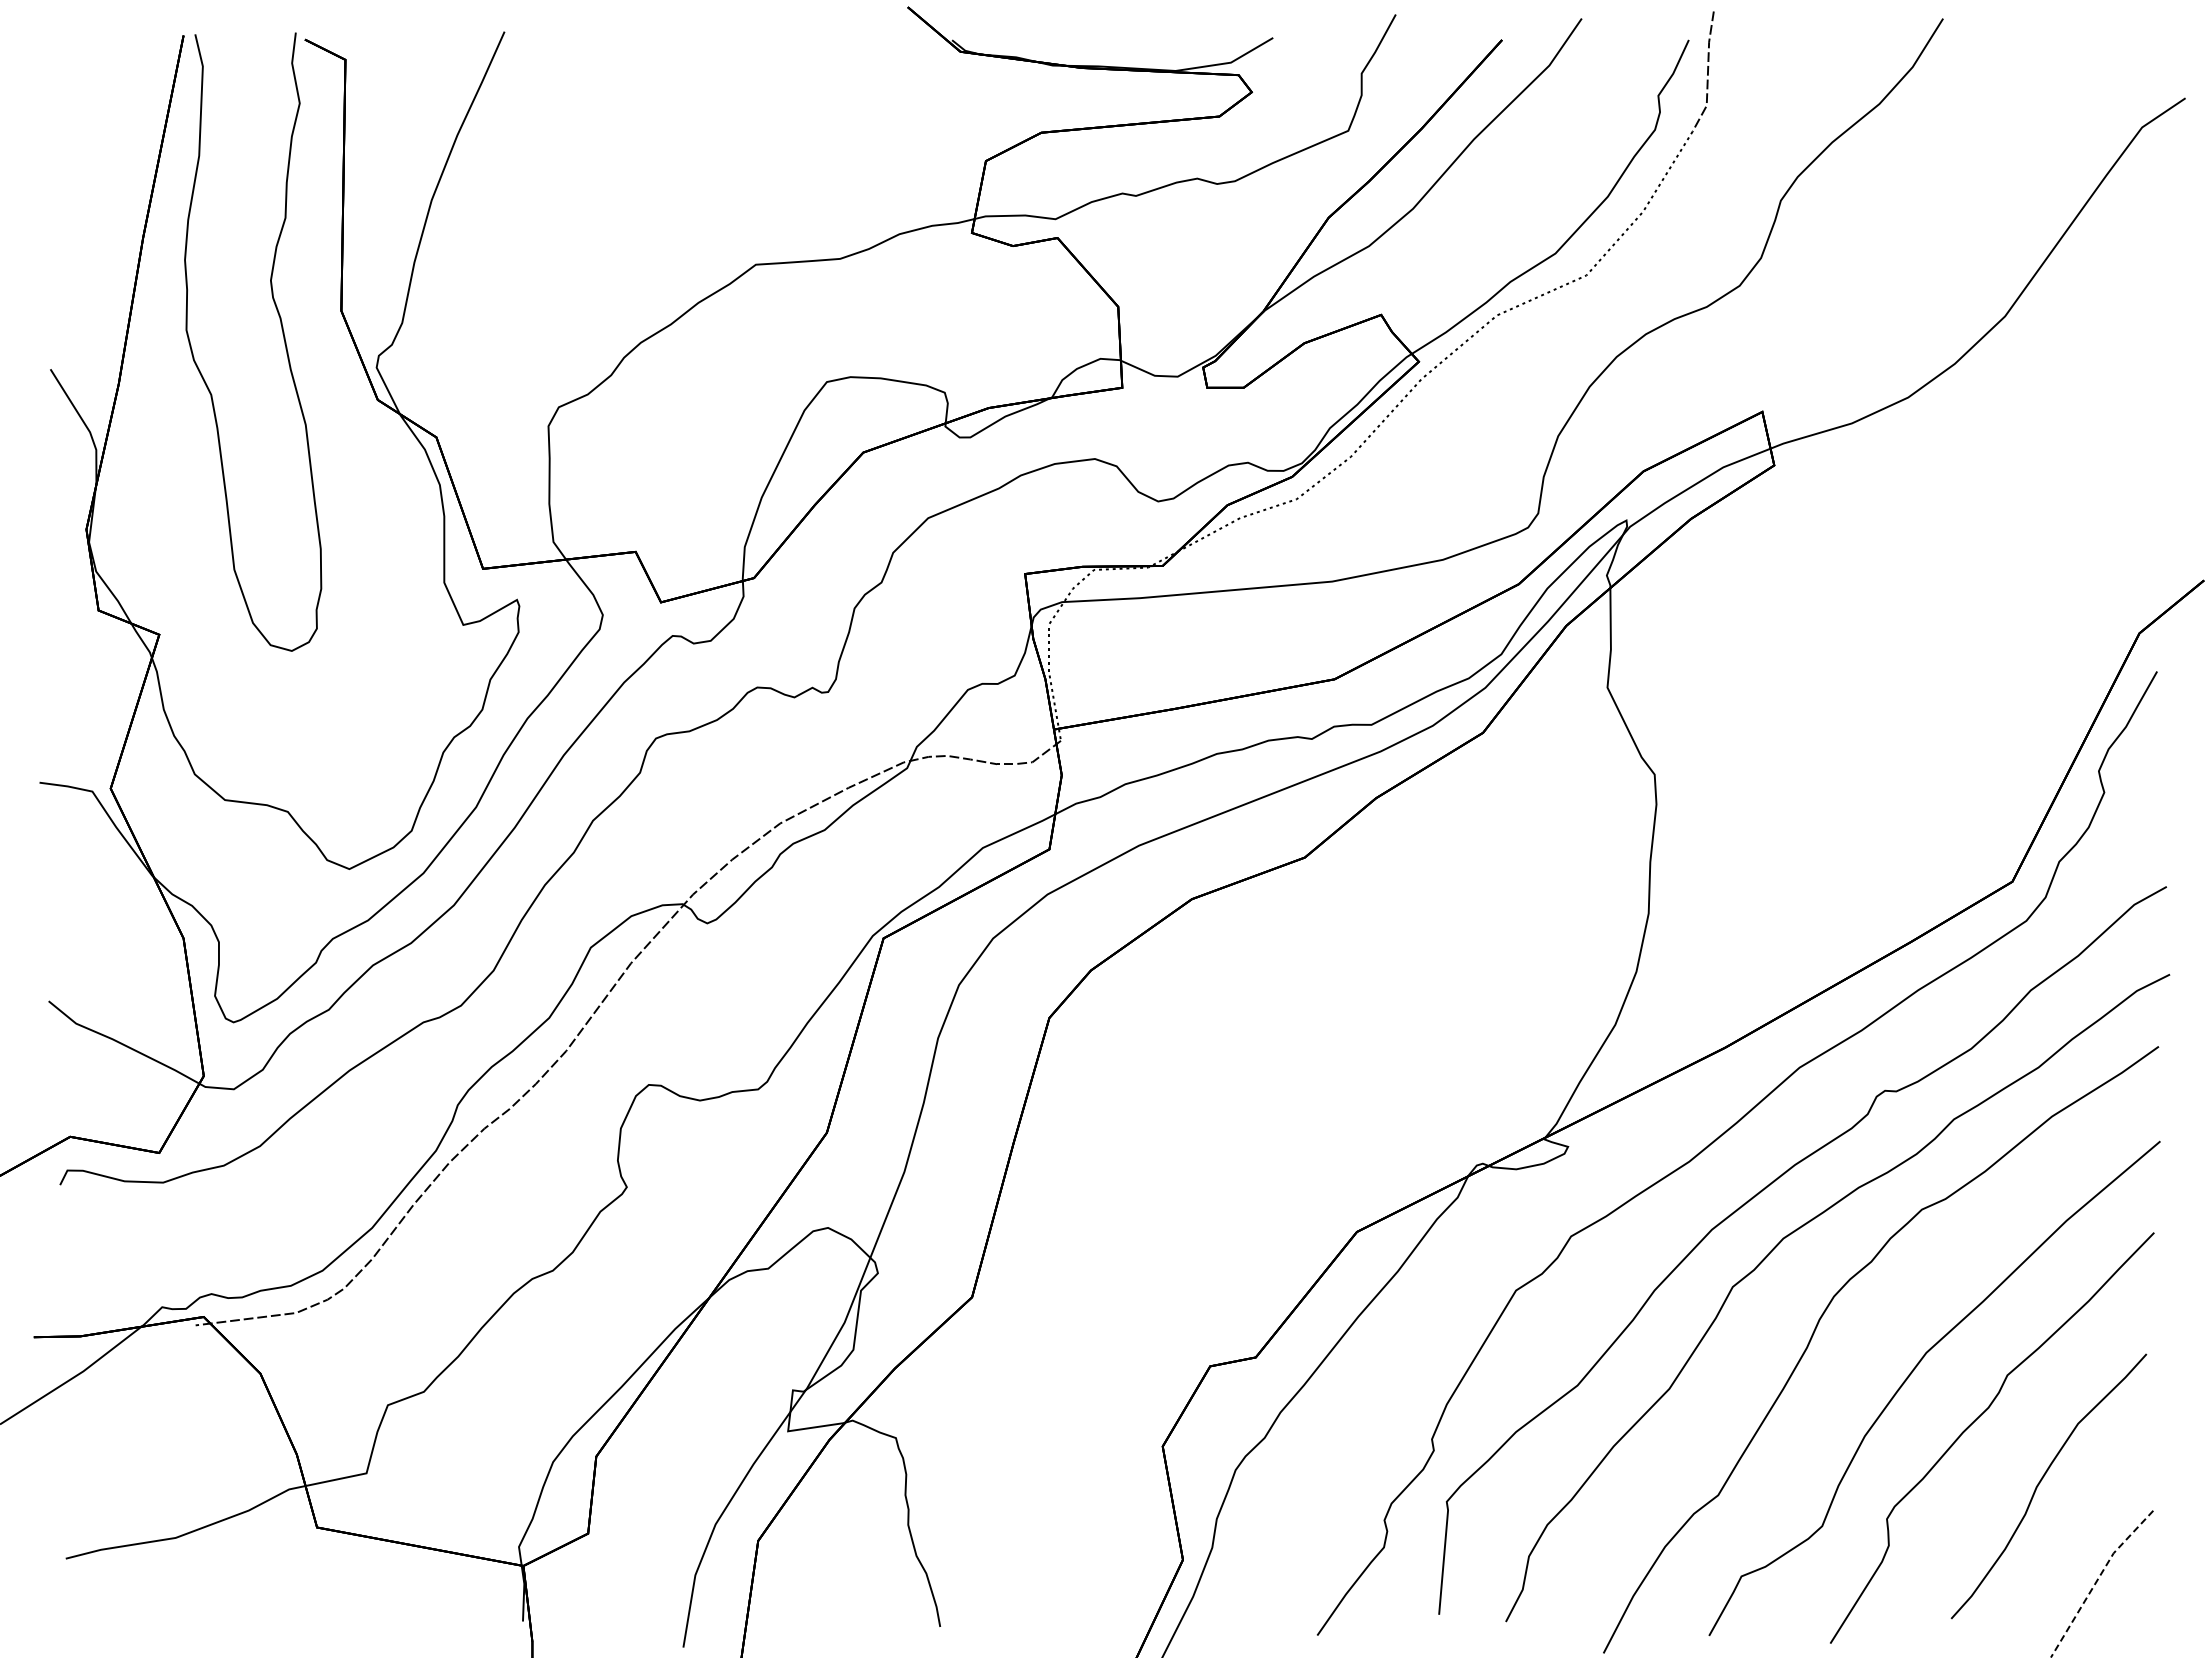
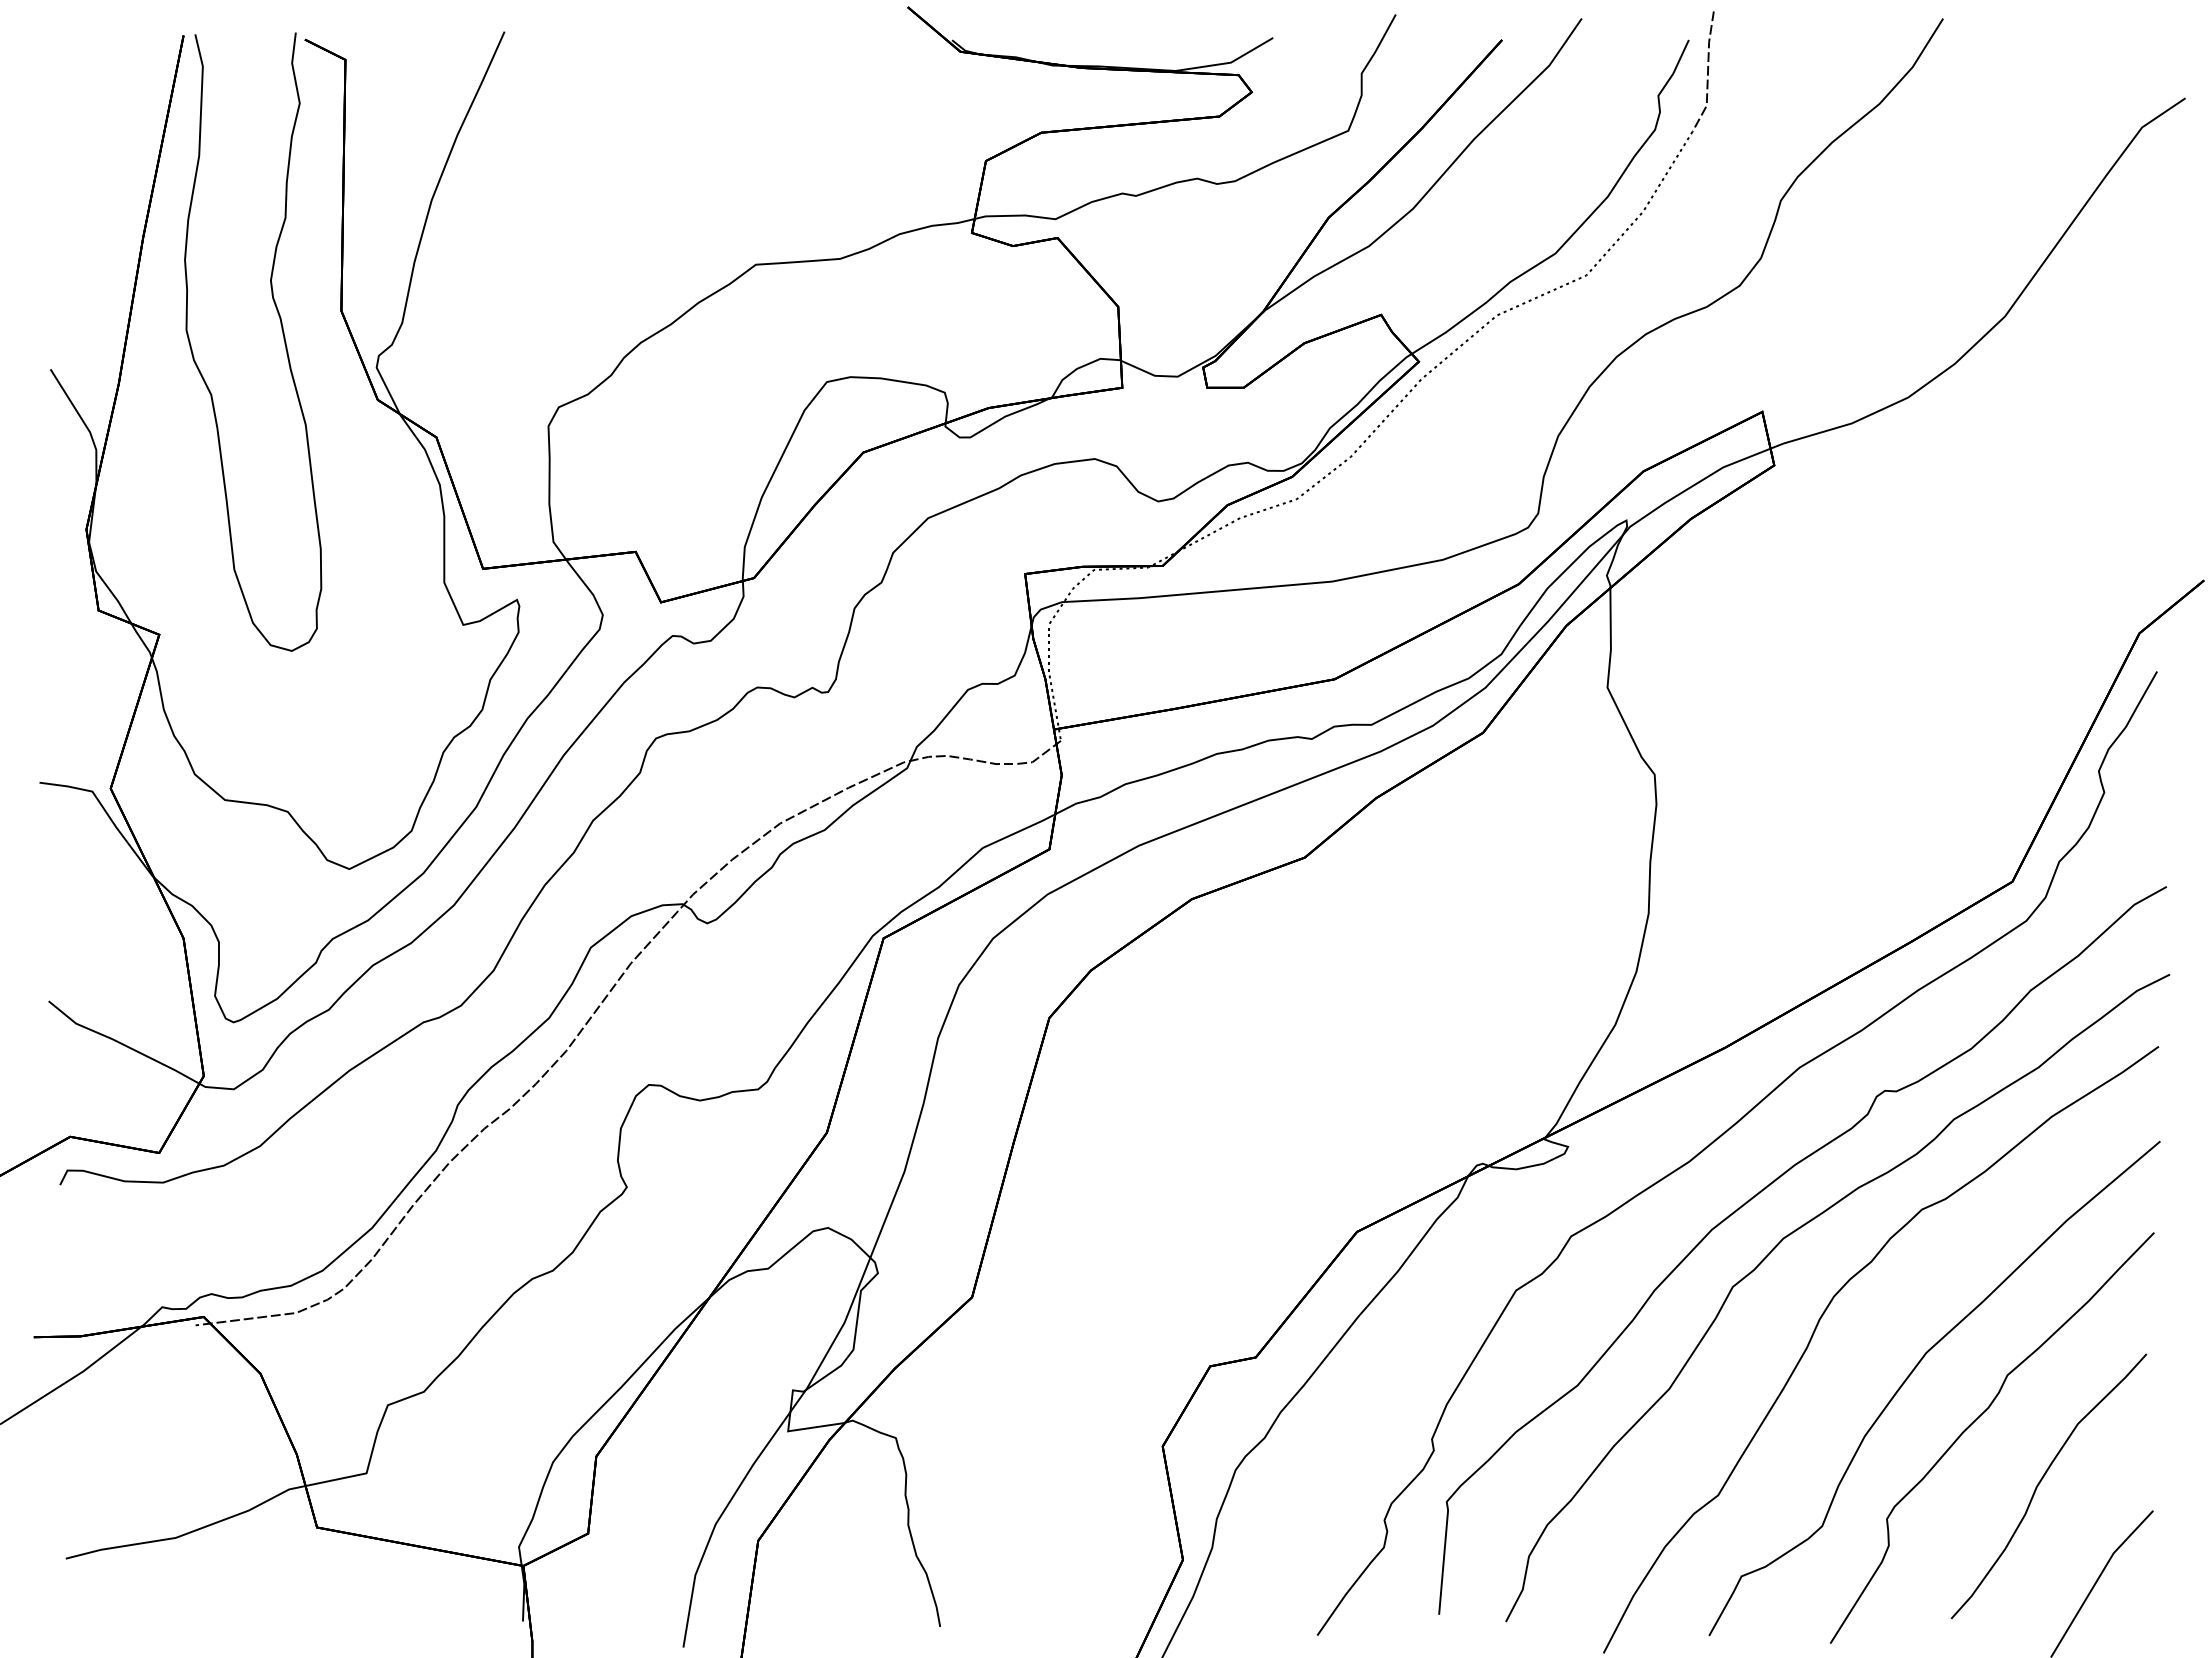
line at (2097, 1579): dashed -> solid
